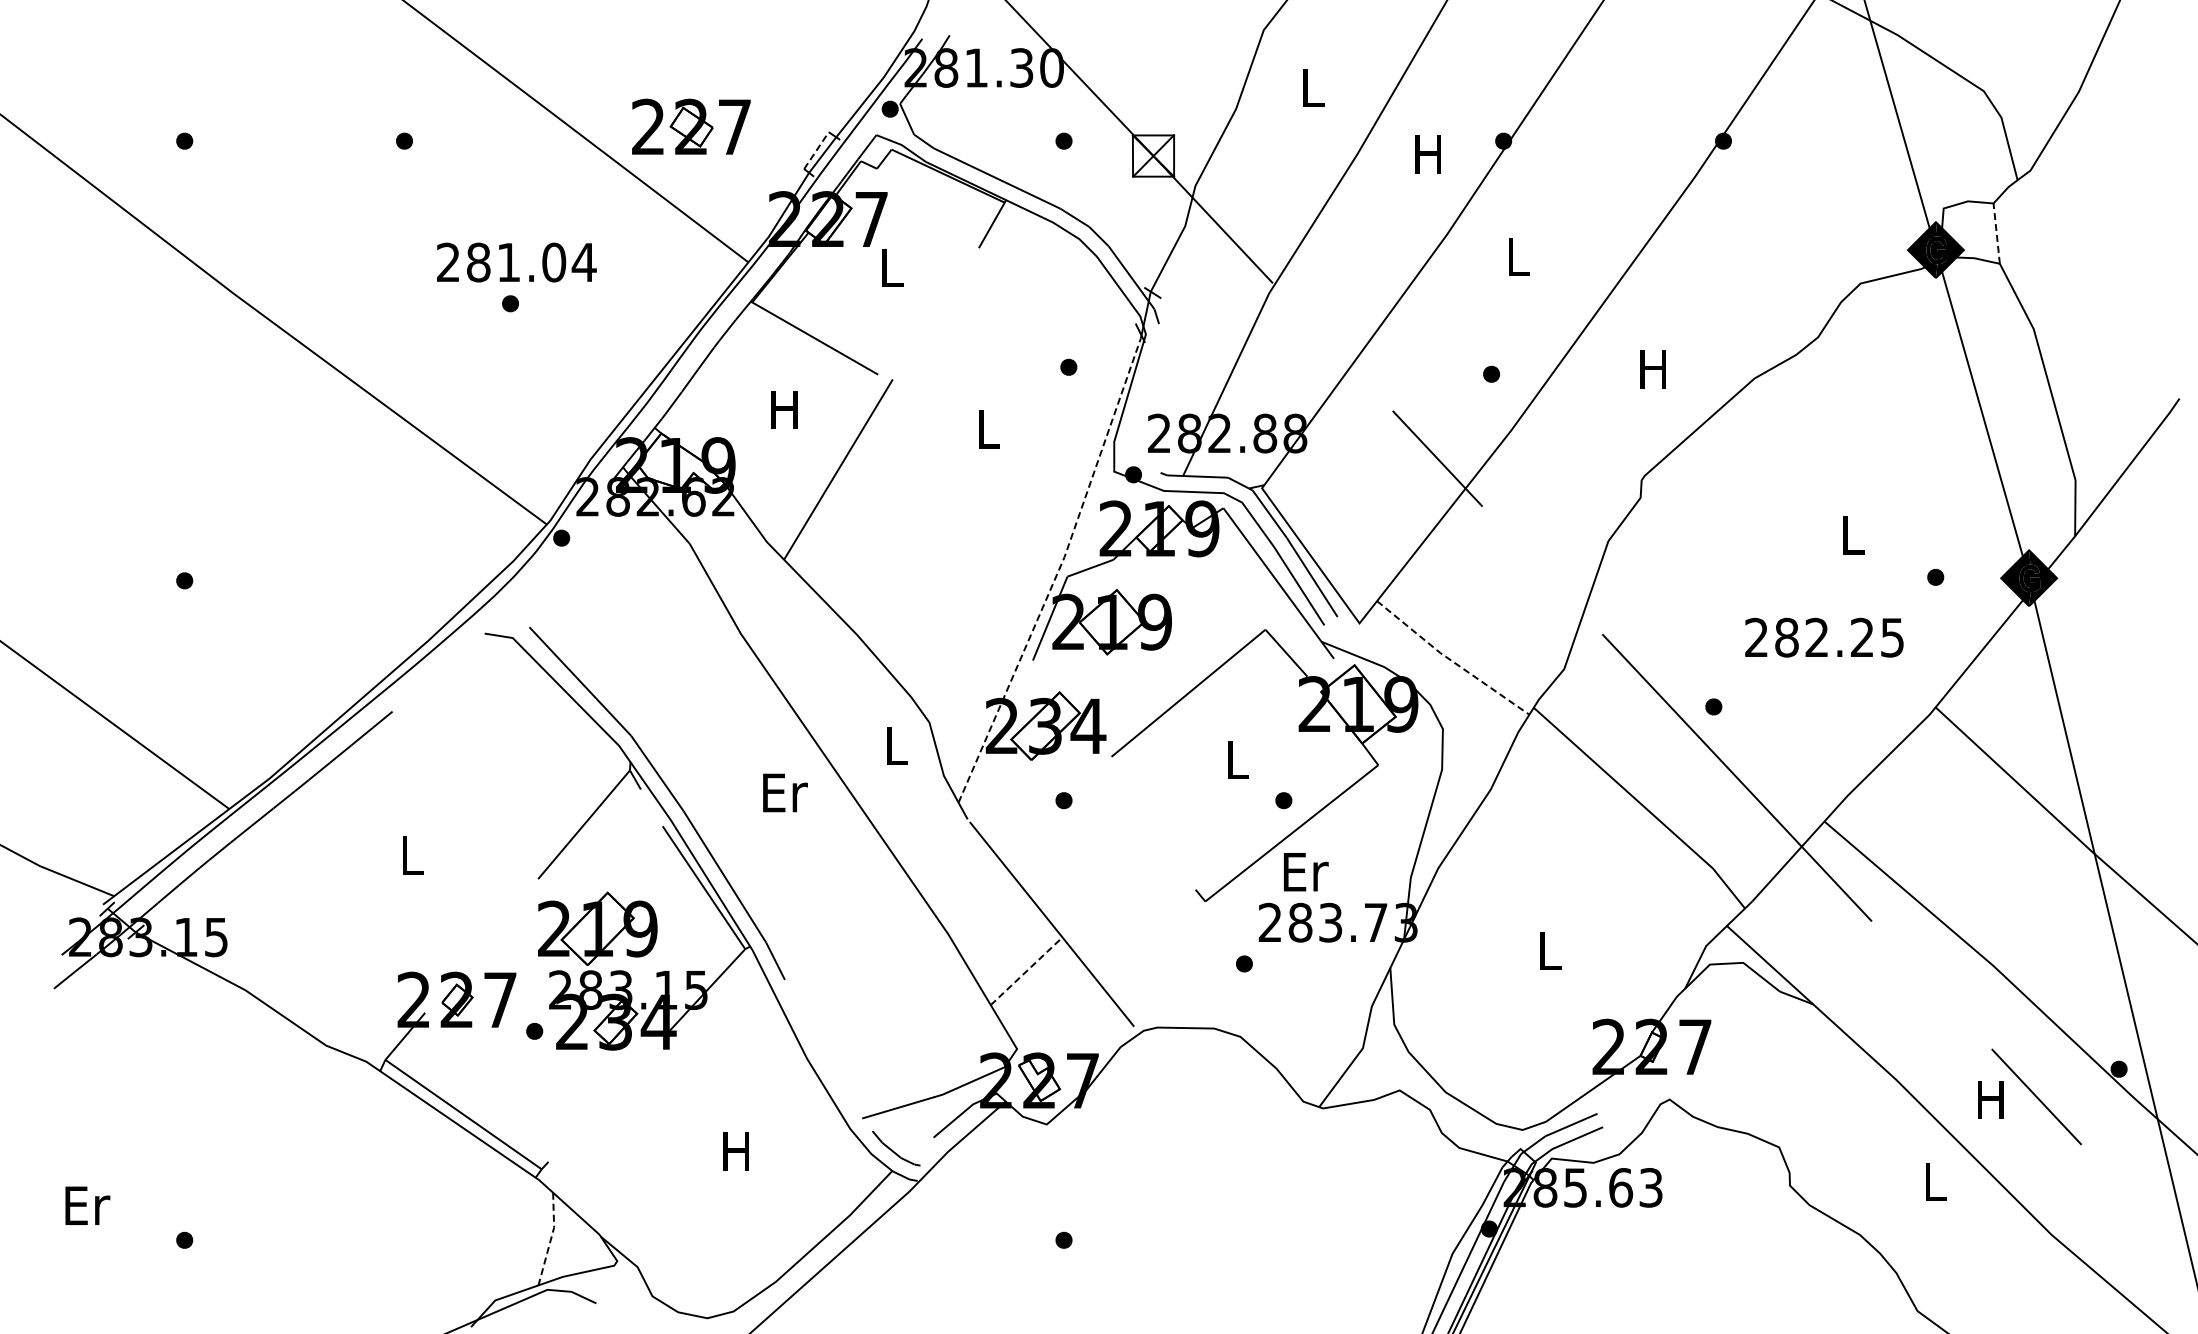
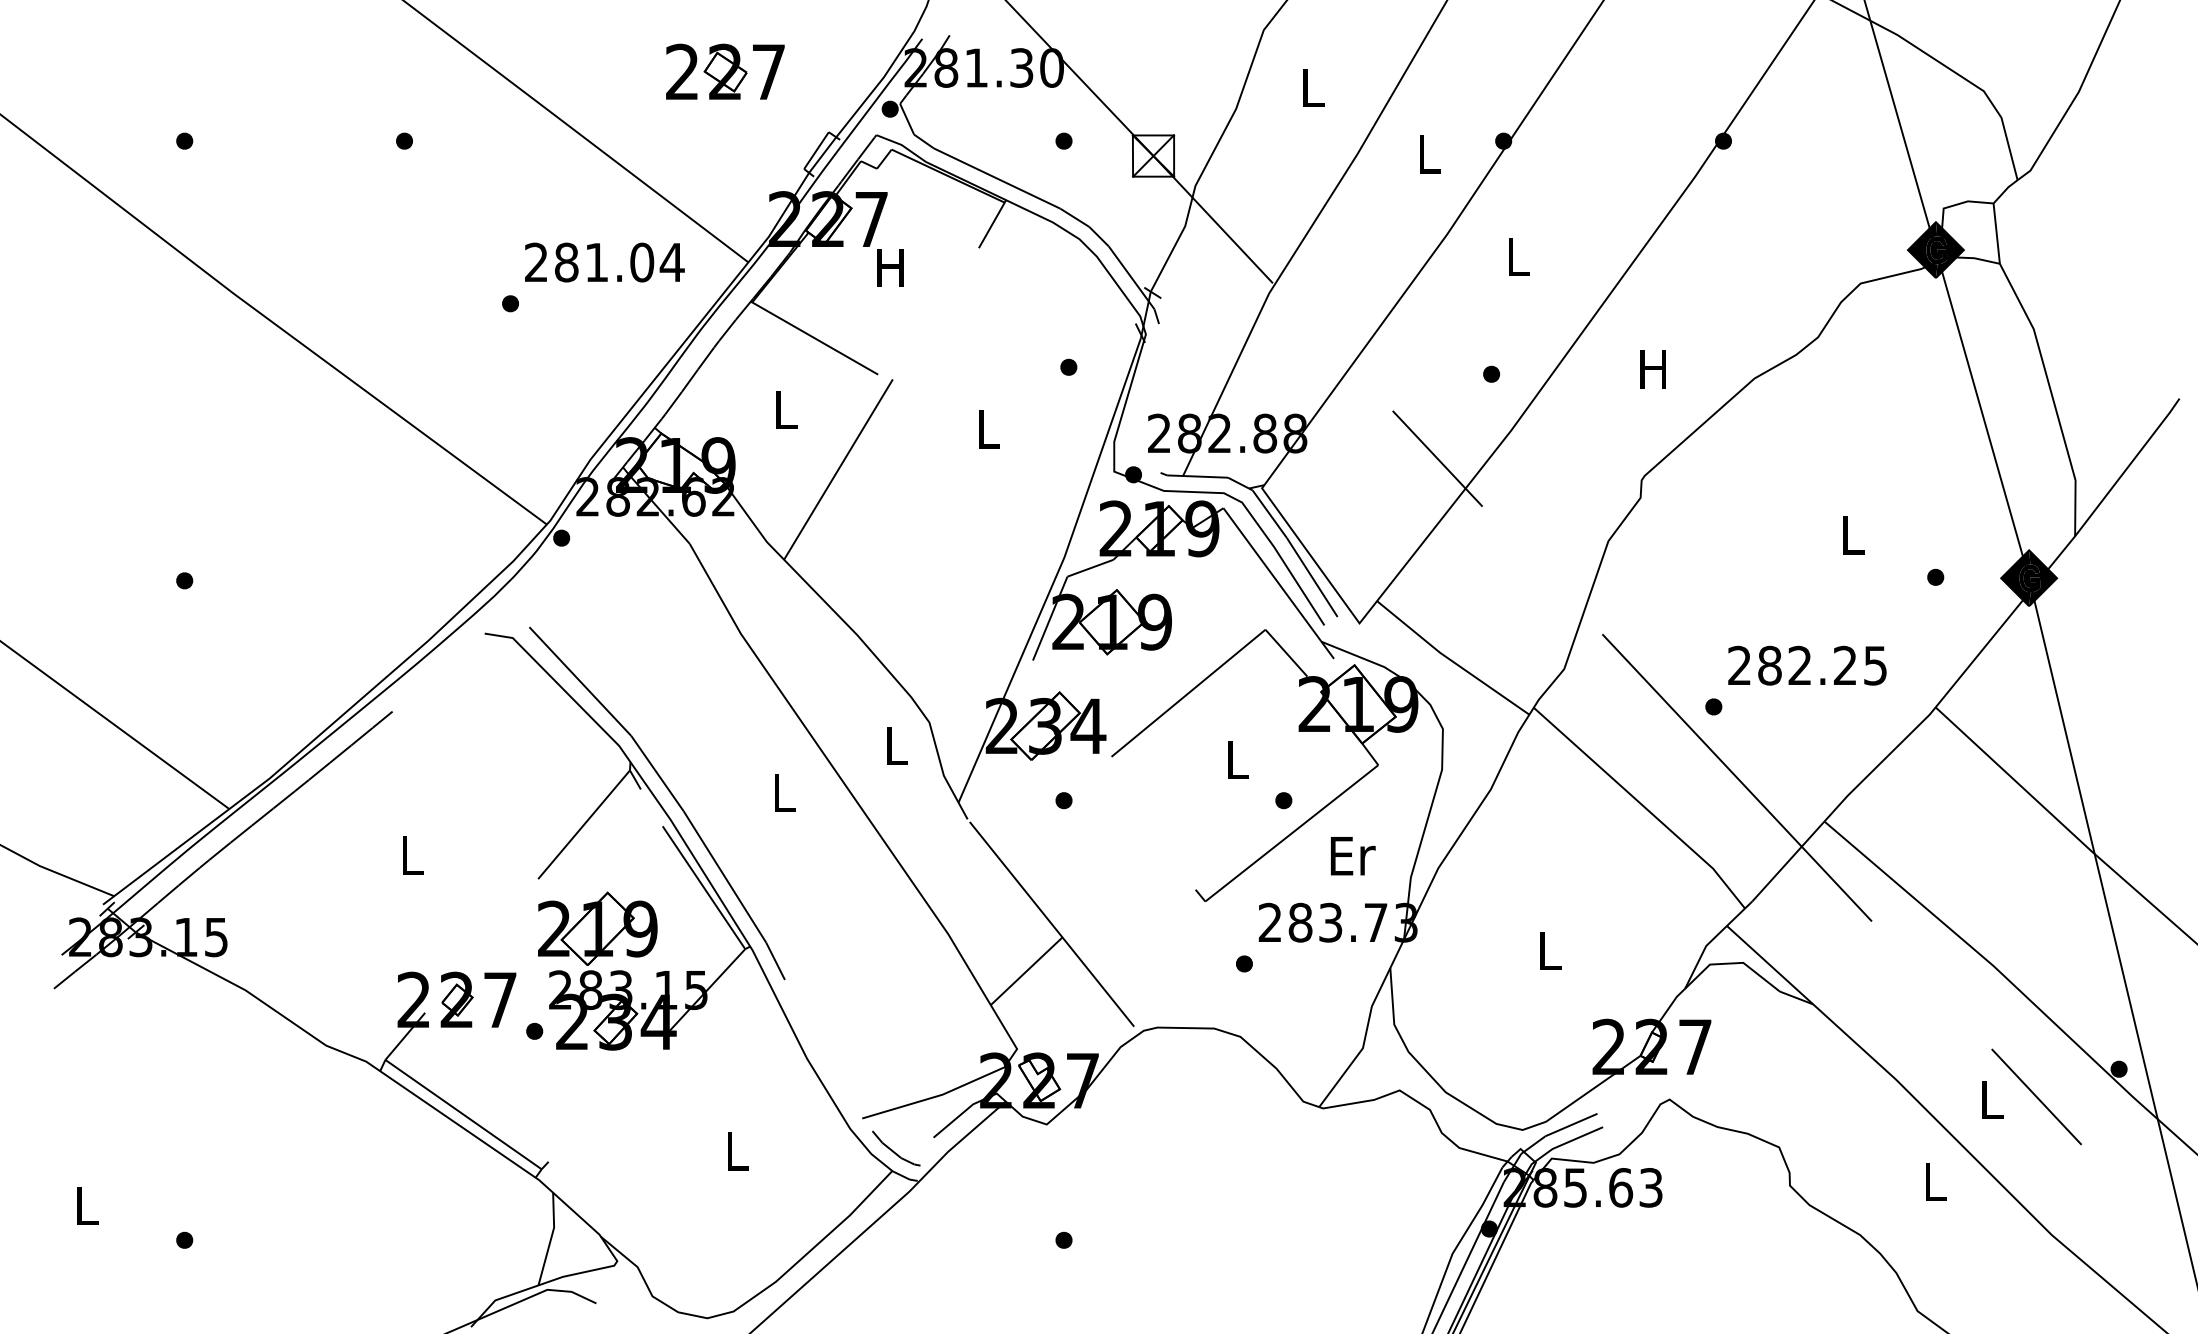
part at (691, 126) position: (691, 126) -> (725, 71)
line at (816, 150): dashed -> solid
text at (1427, 154): H -> L
line at (1996, 233): dashed -> solid
text at (516, 262) position: (516, 262) -> (604, 262)
text at (890, 267): L -> H
text at (784, 409): H -> L
line at (1057, 573): dashed -> solid
text at (1824, 637) position: (1824, 637) -> (1807, 665)
line at (1450, 660): dashed -> solid
text at (785, 792): Er -> L
text at (1306, 872) position: (1306, 872) -> (1353, 856)
line at (1027, 970): dashed -> solid
text at (1990, 1099): H -> L
text at (735, 1151): H -> L
text at (87, 1205): Er -> L
line at (551, 1239): dashed -> solid
